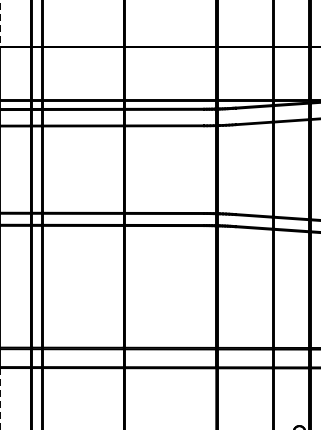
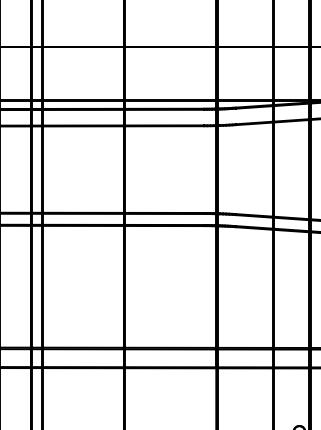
line at (0, 23): dashed -> solid
line at (0, 399): dashed -> solid
